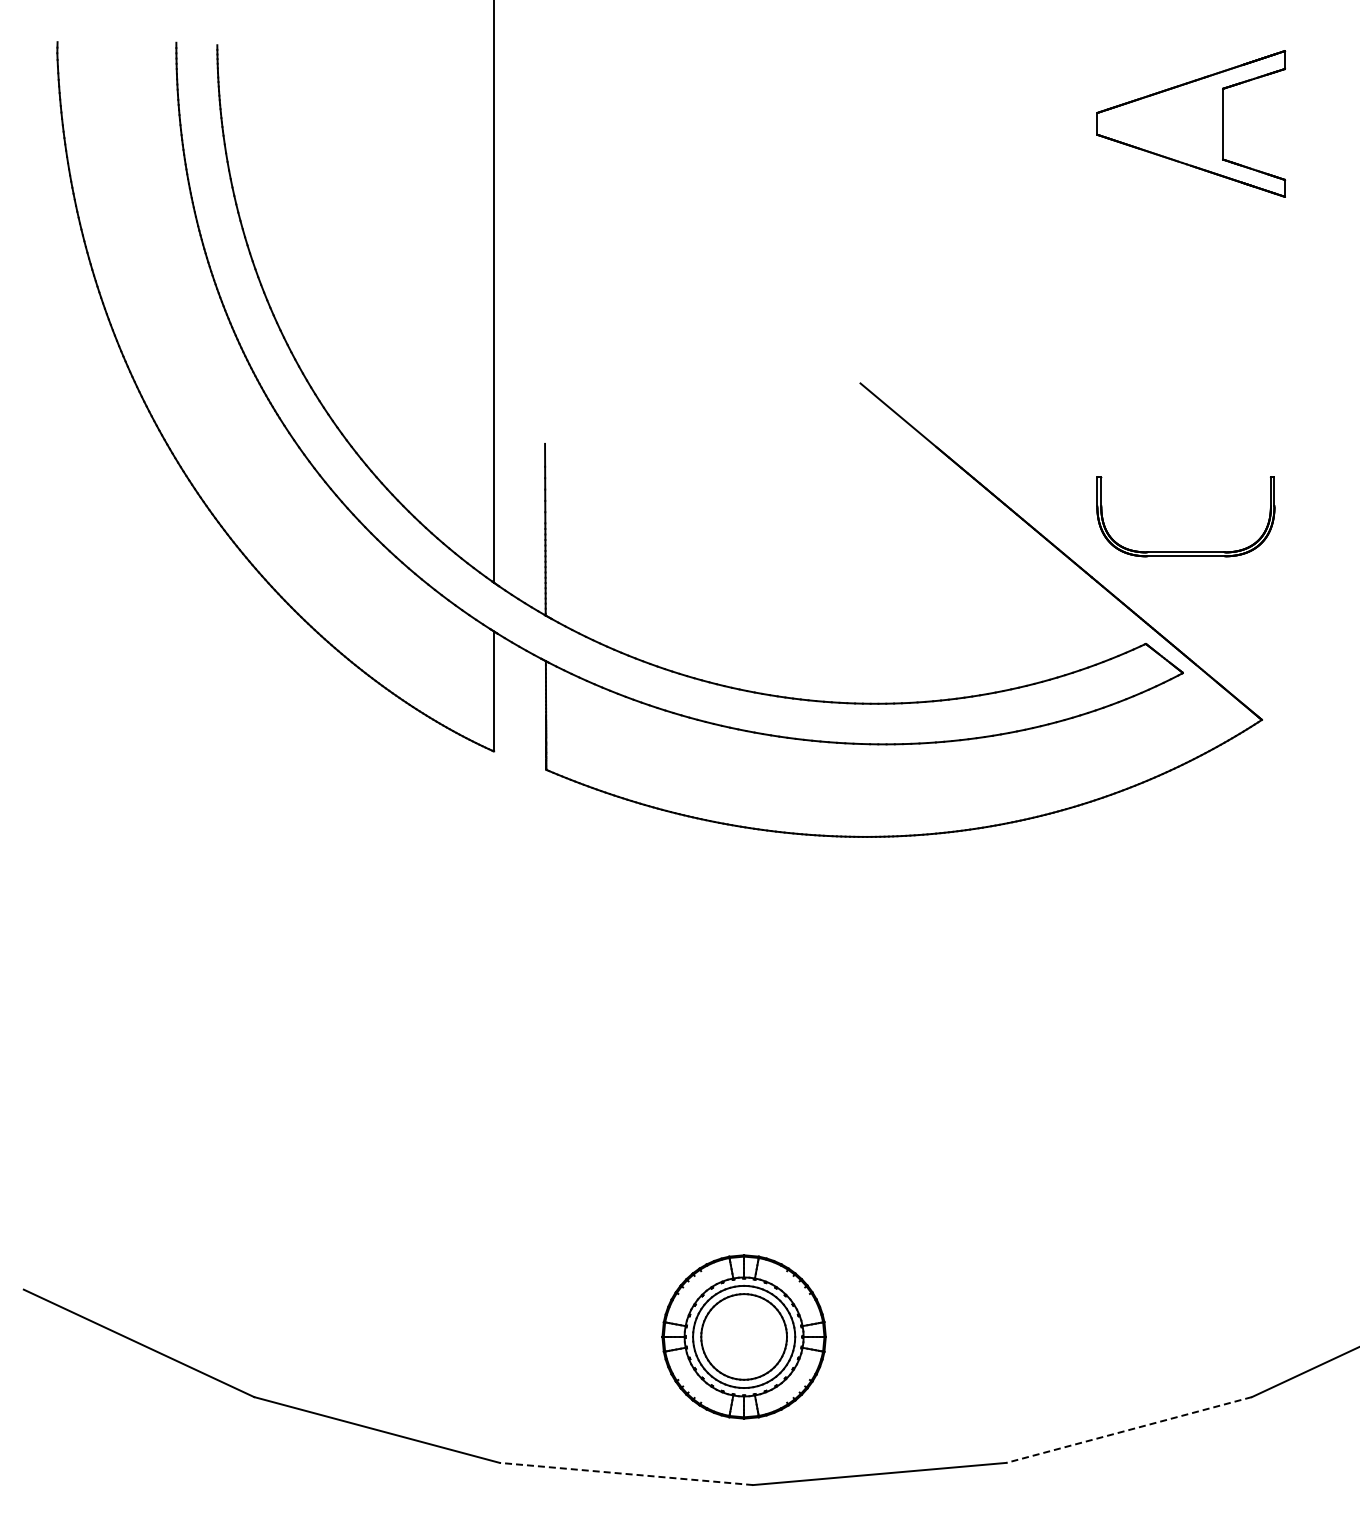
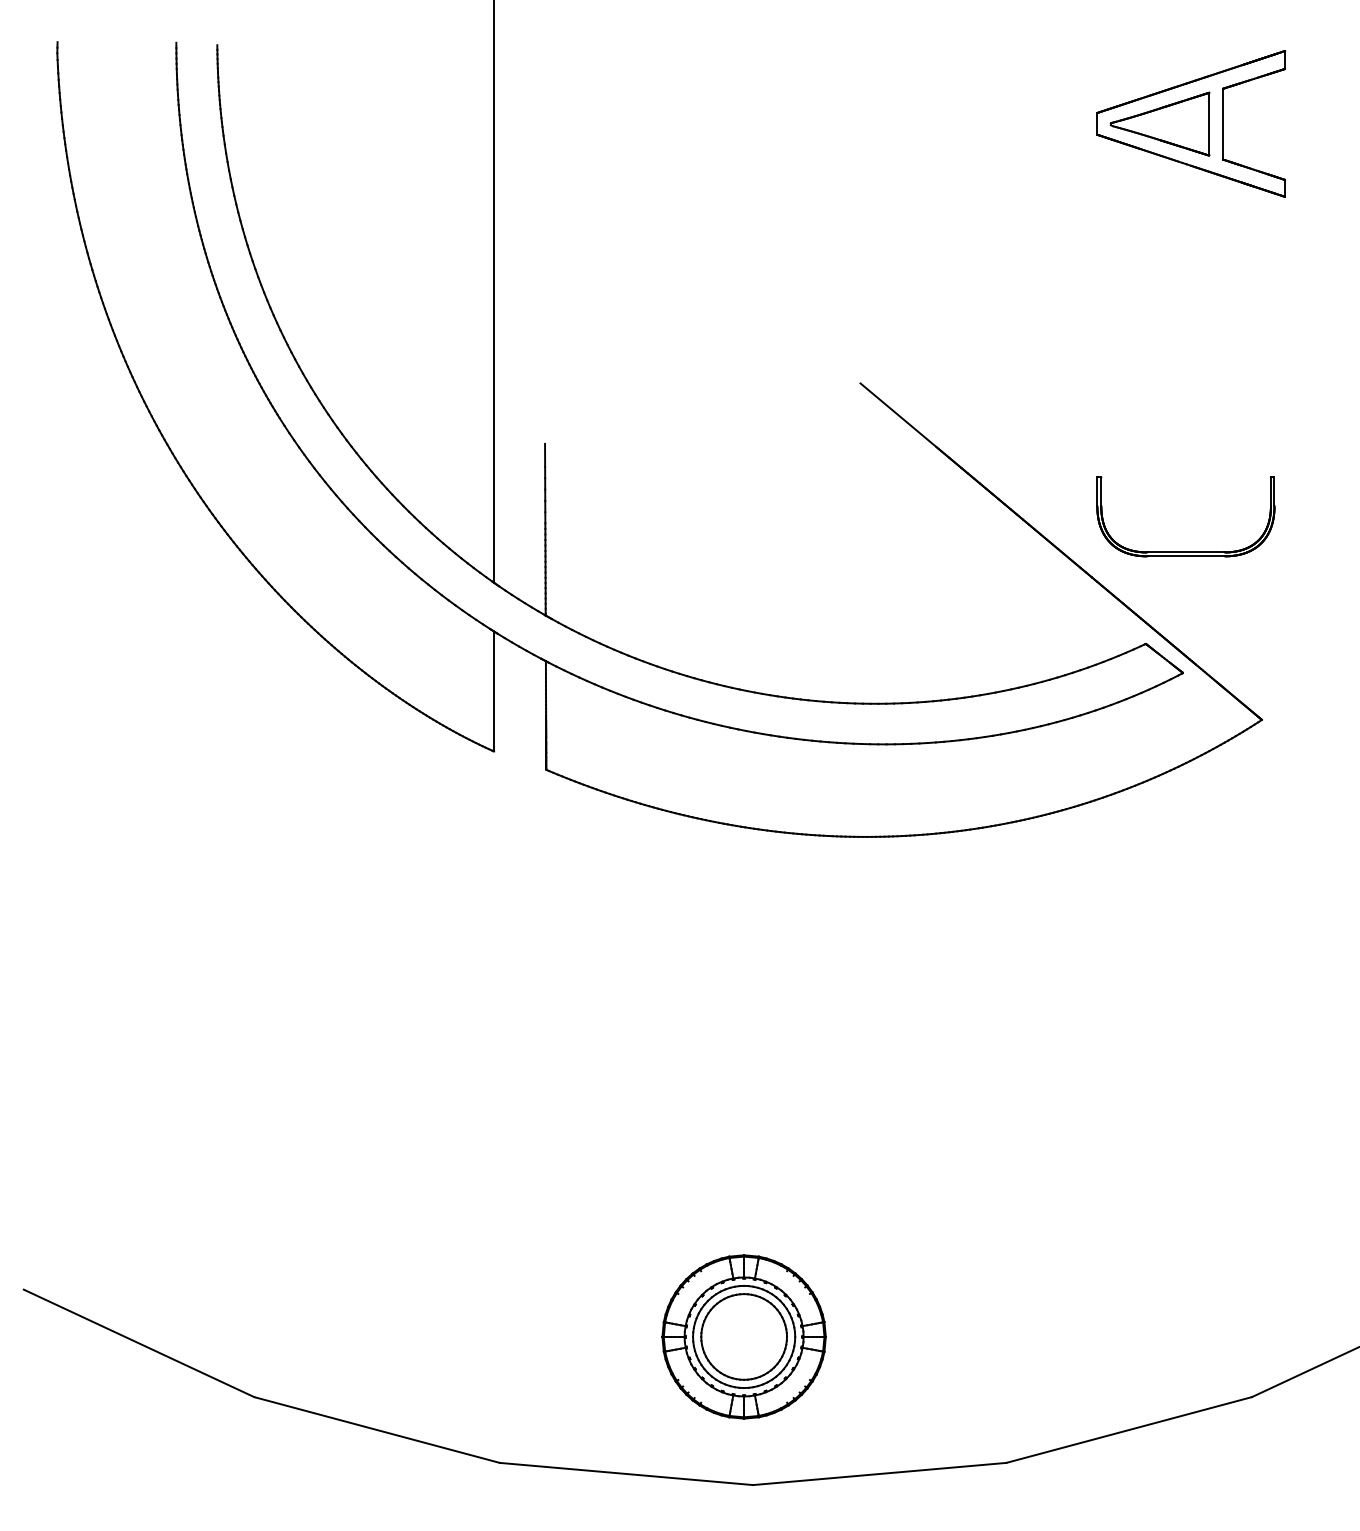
part at (1159, 123): none -> present
line at (1128, 1430): dashed -> solid
line at (625, 1473): dashed -> solid
